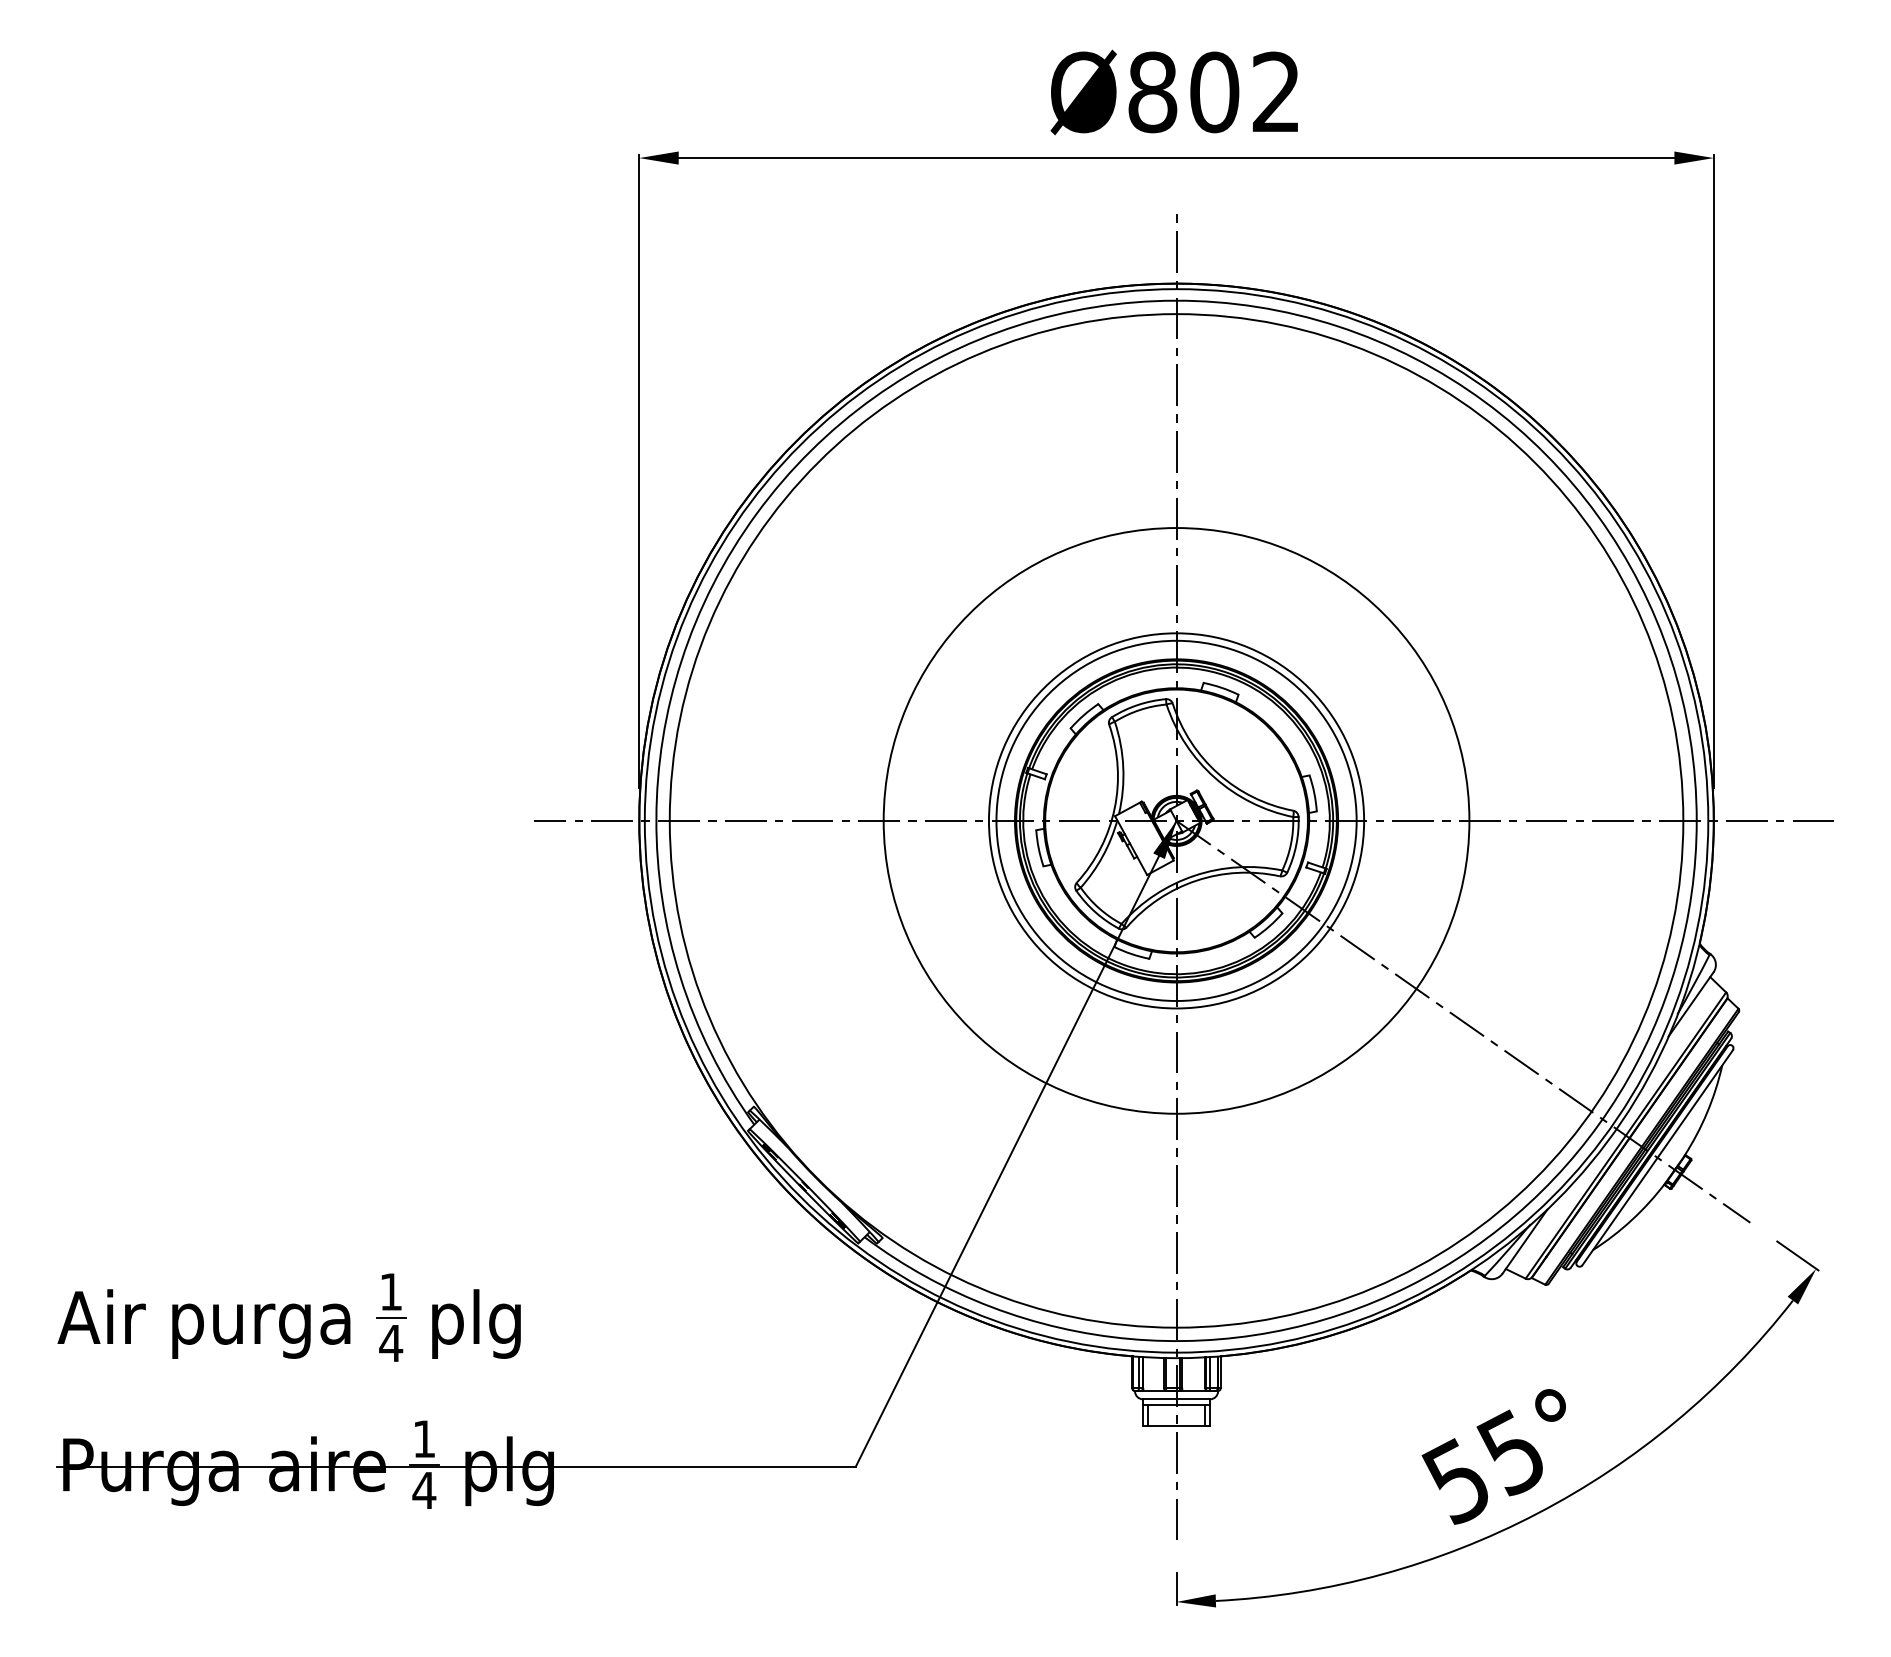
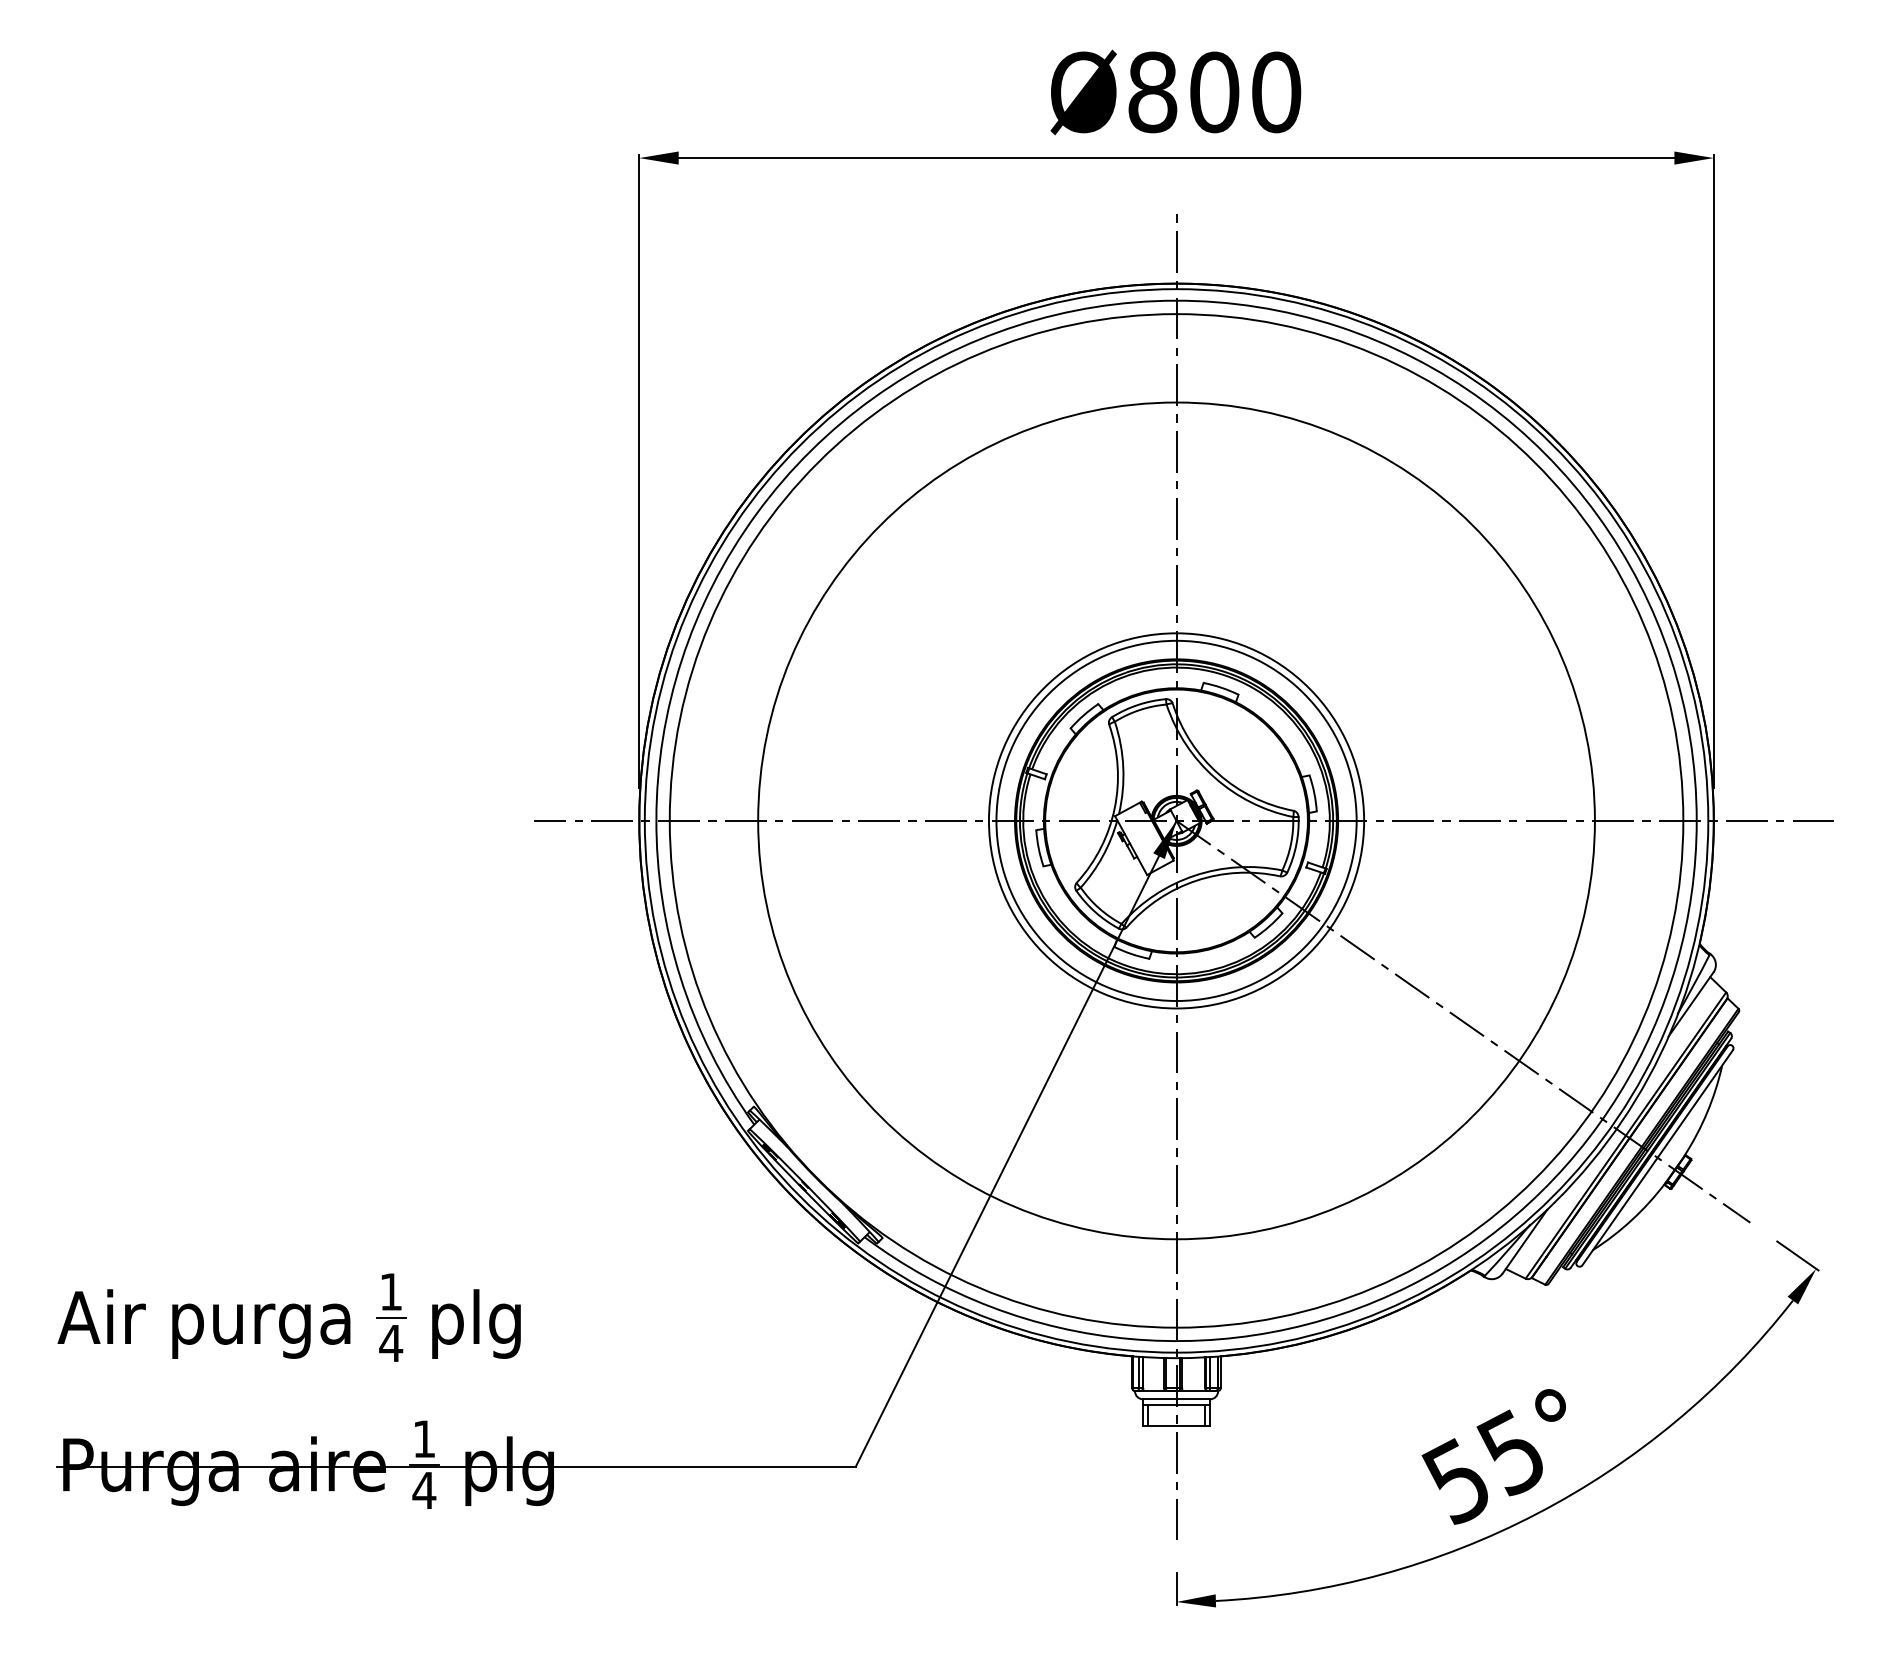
text at (1276, 92): Ø802 -> Ø800
circle at (1176, 820) diameter: 586 px -> 837 px
